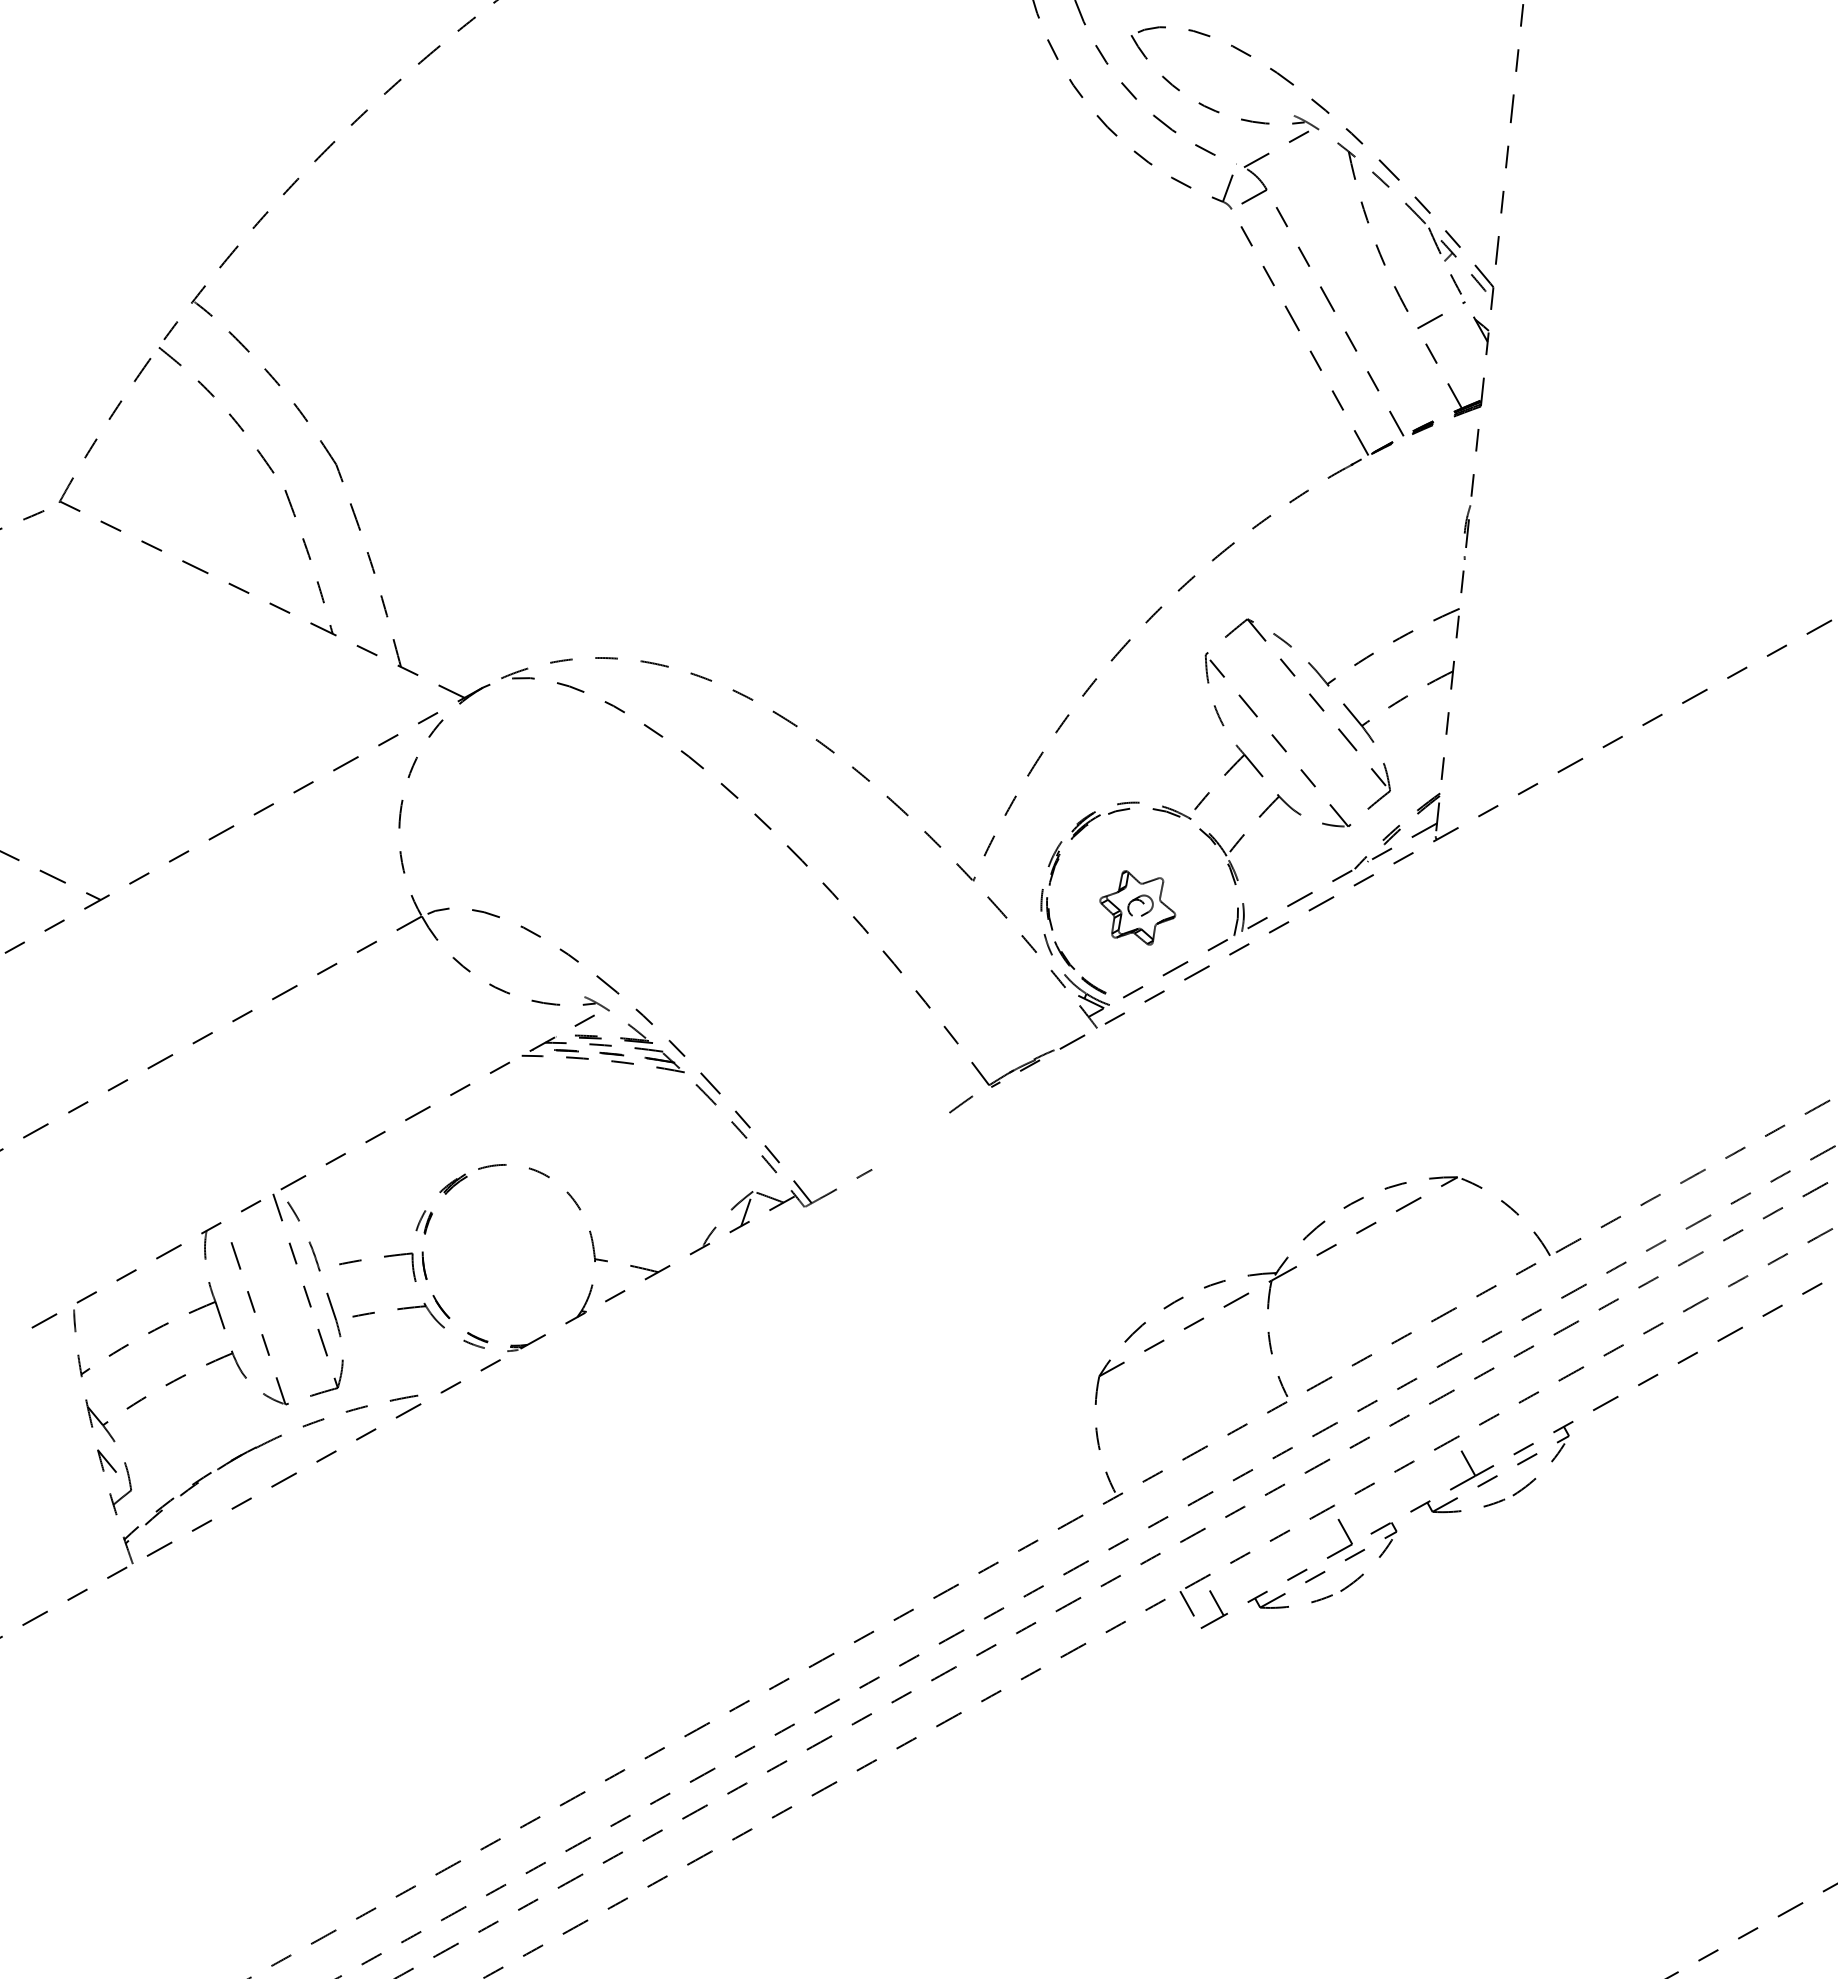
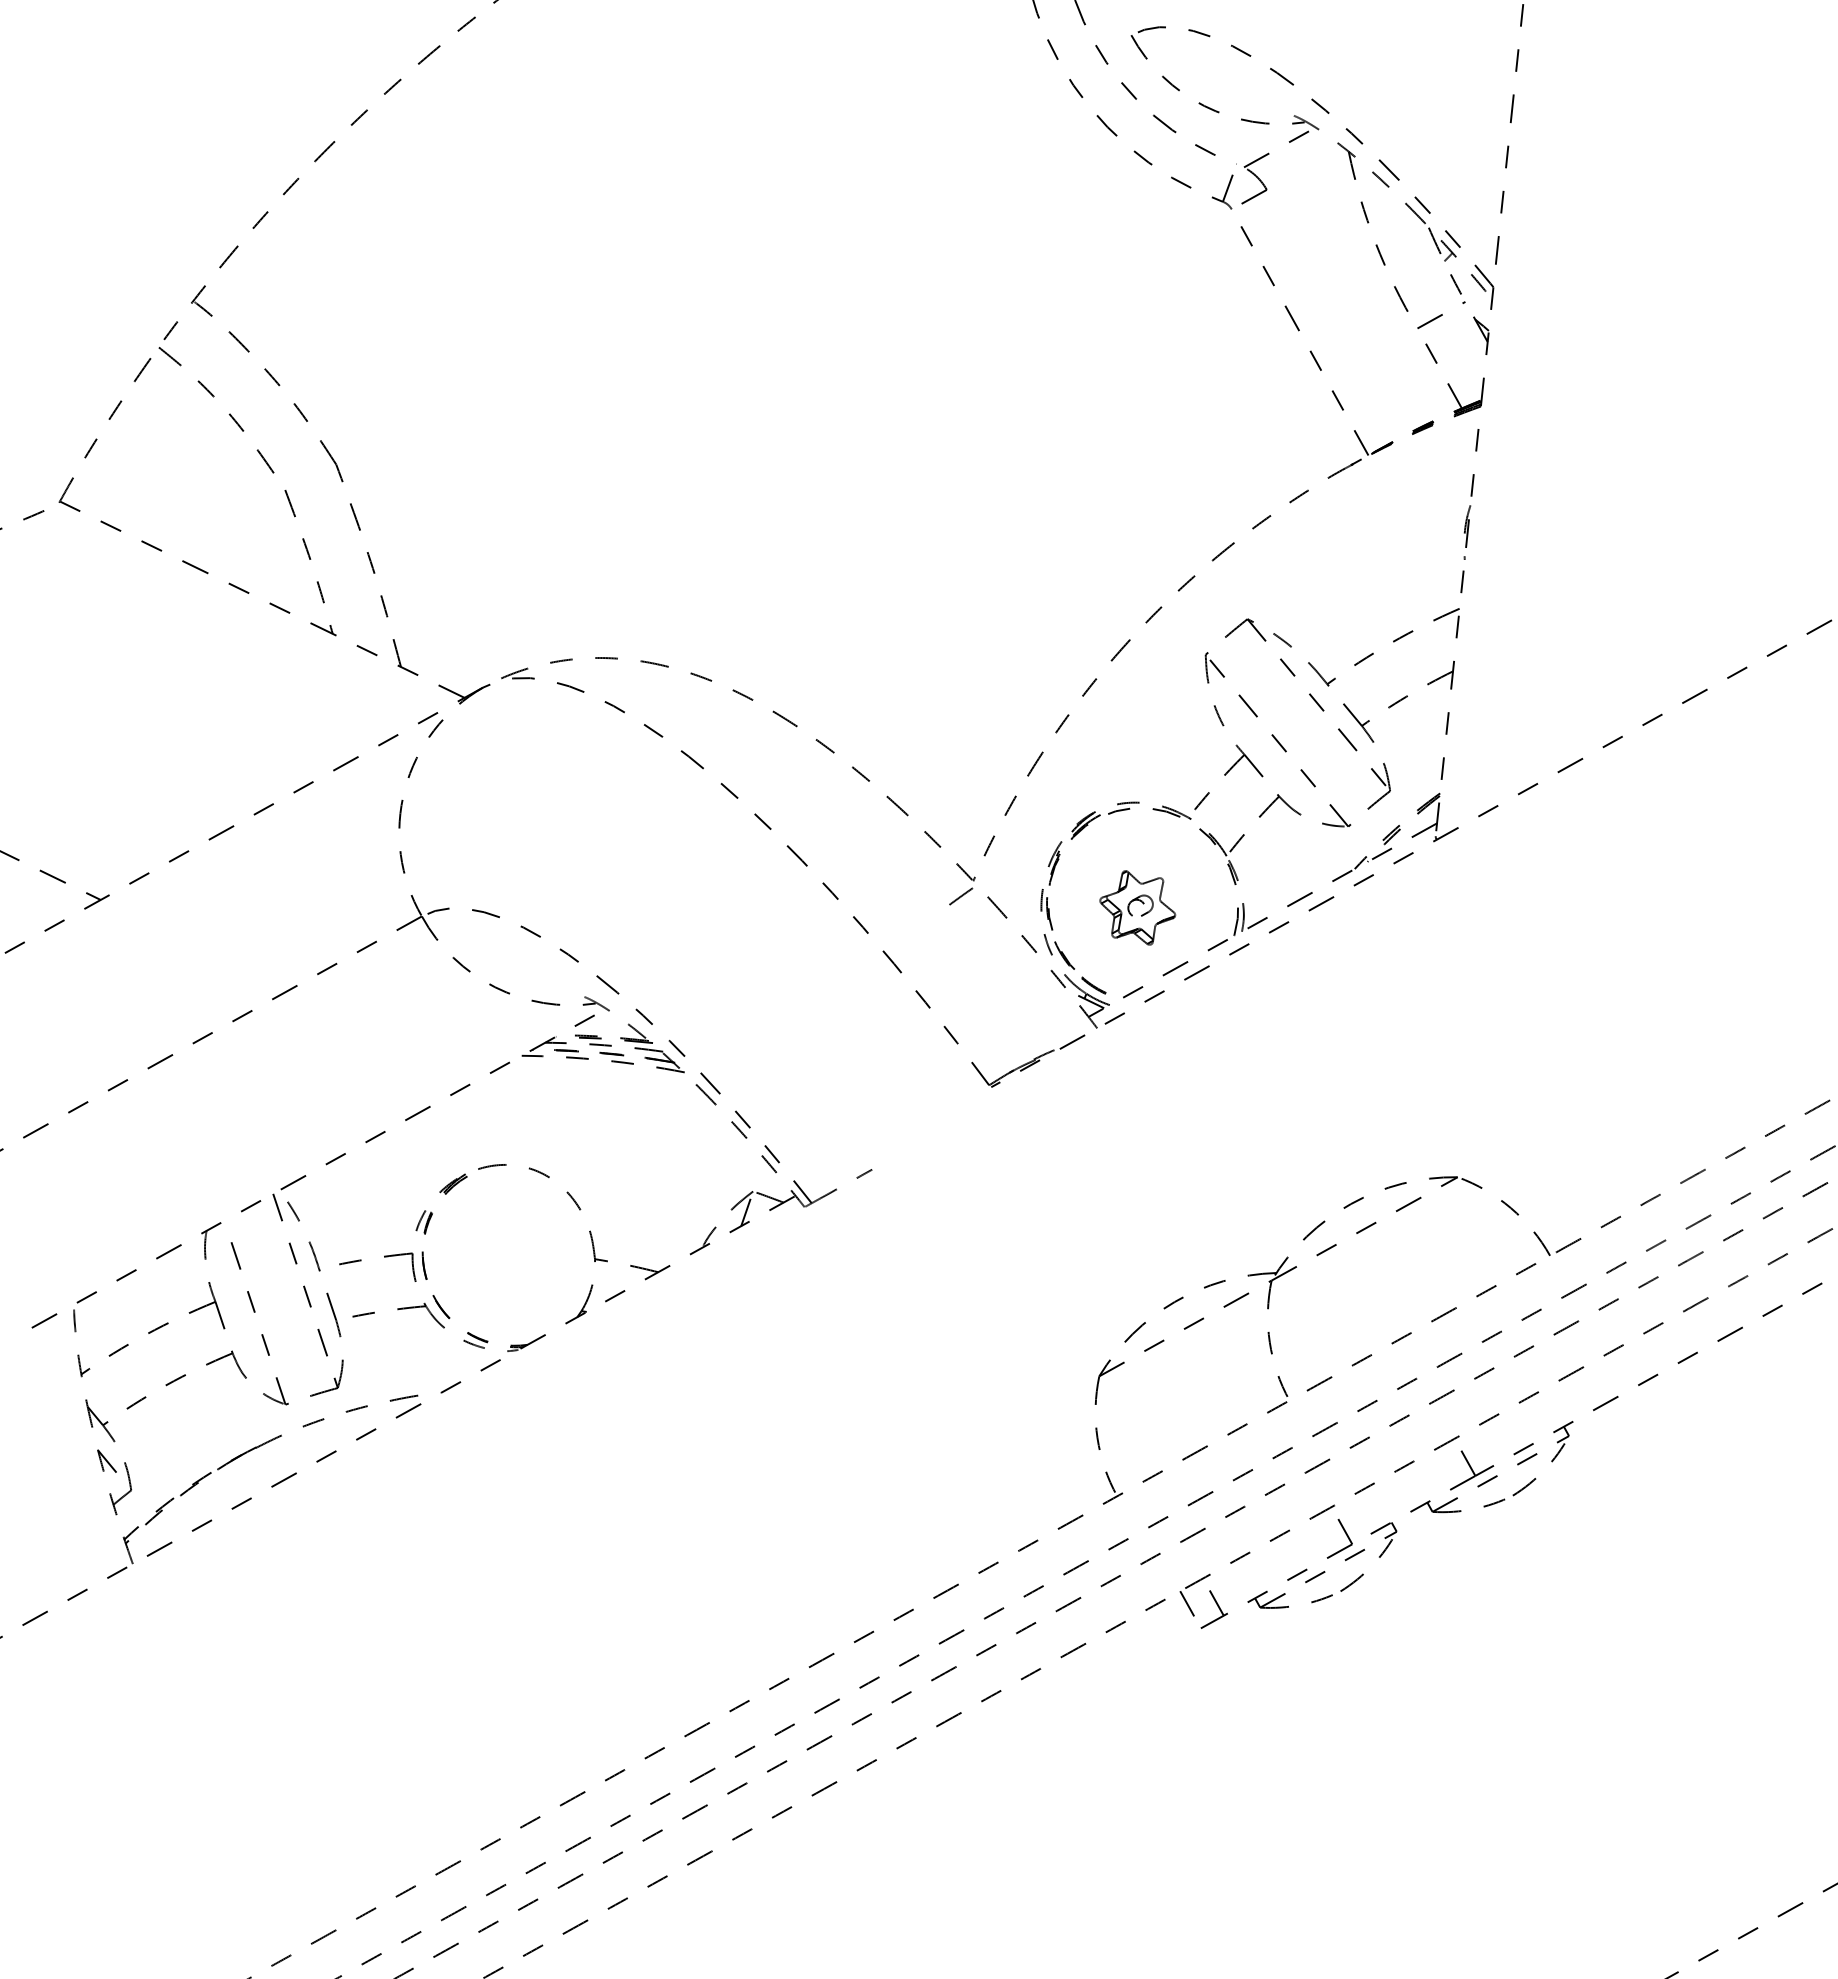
line at (1335, 311): present -> none
line at (961, 1104) position: (961, 1104) -> (961, 896)
